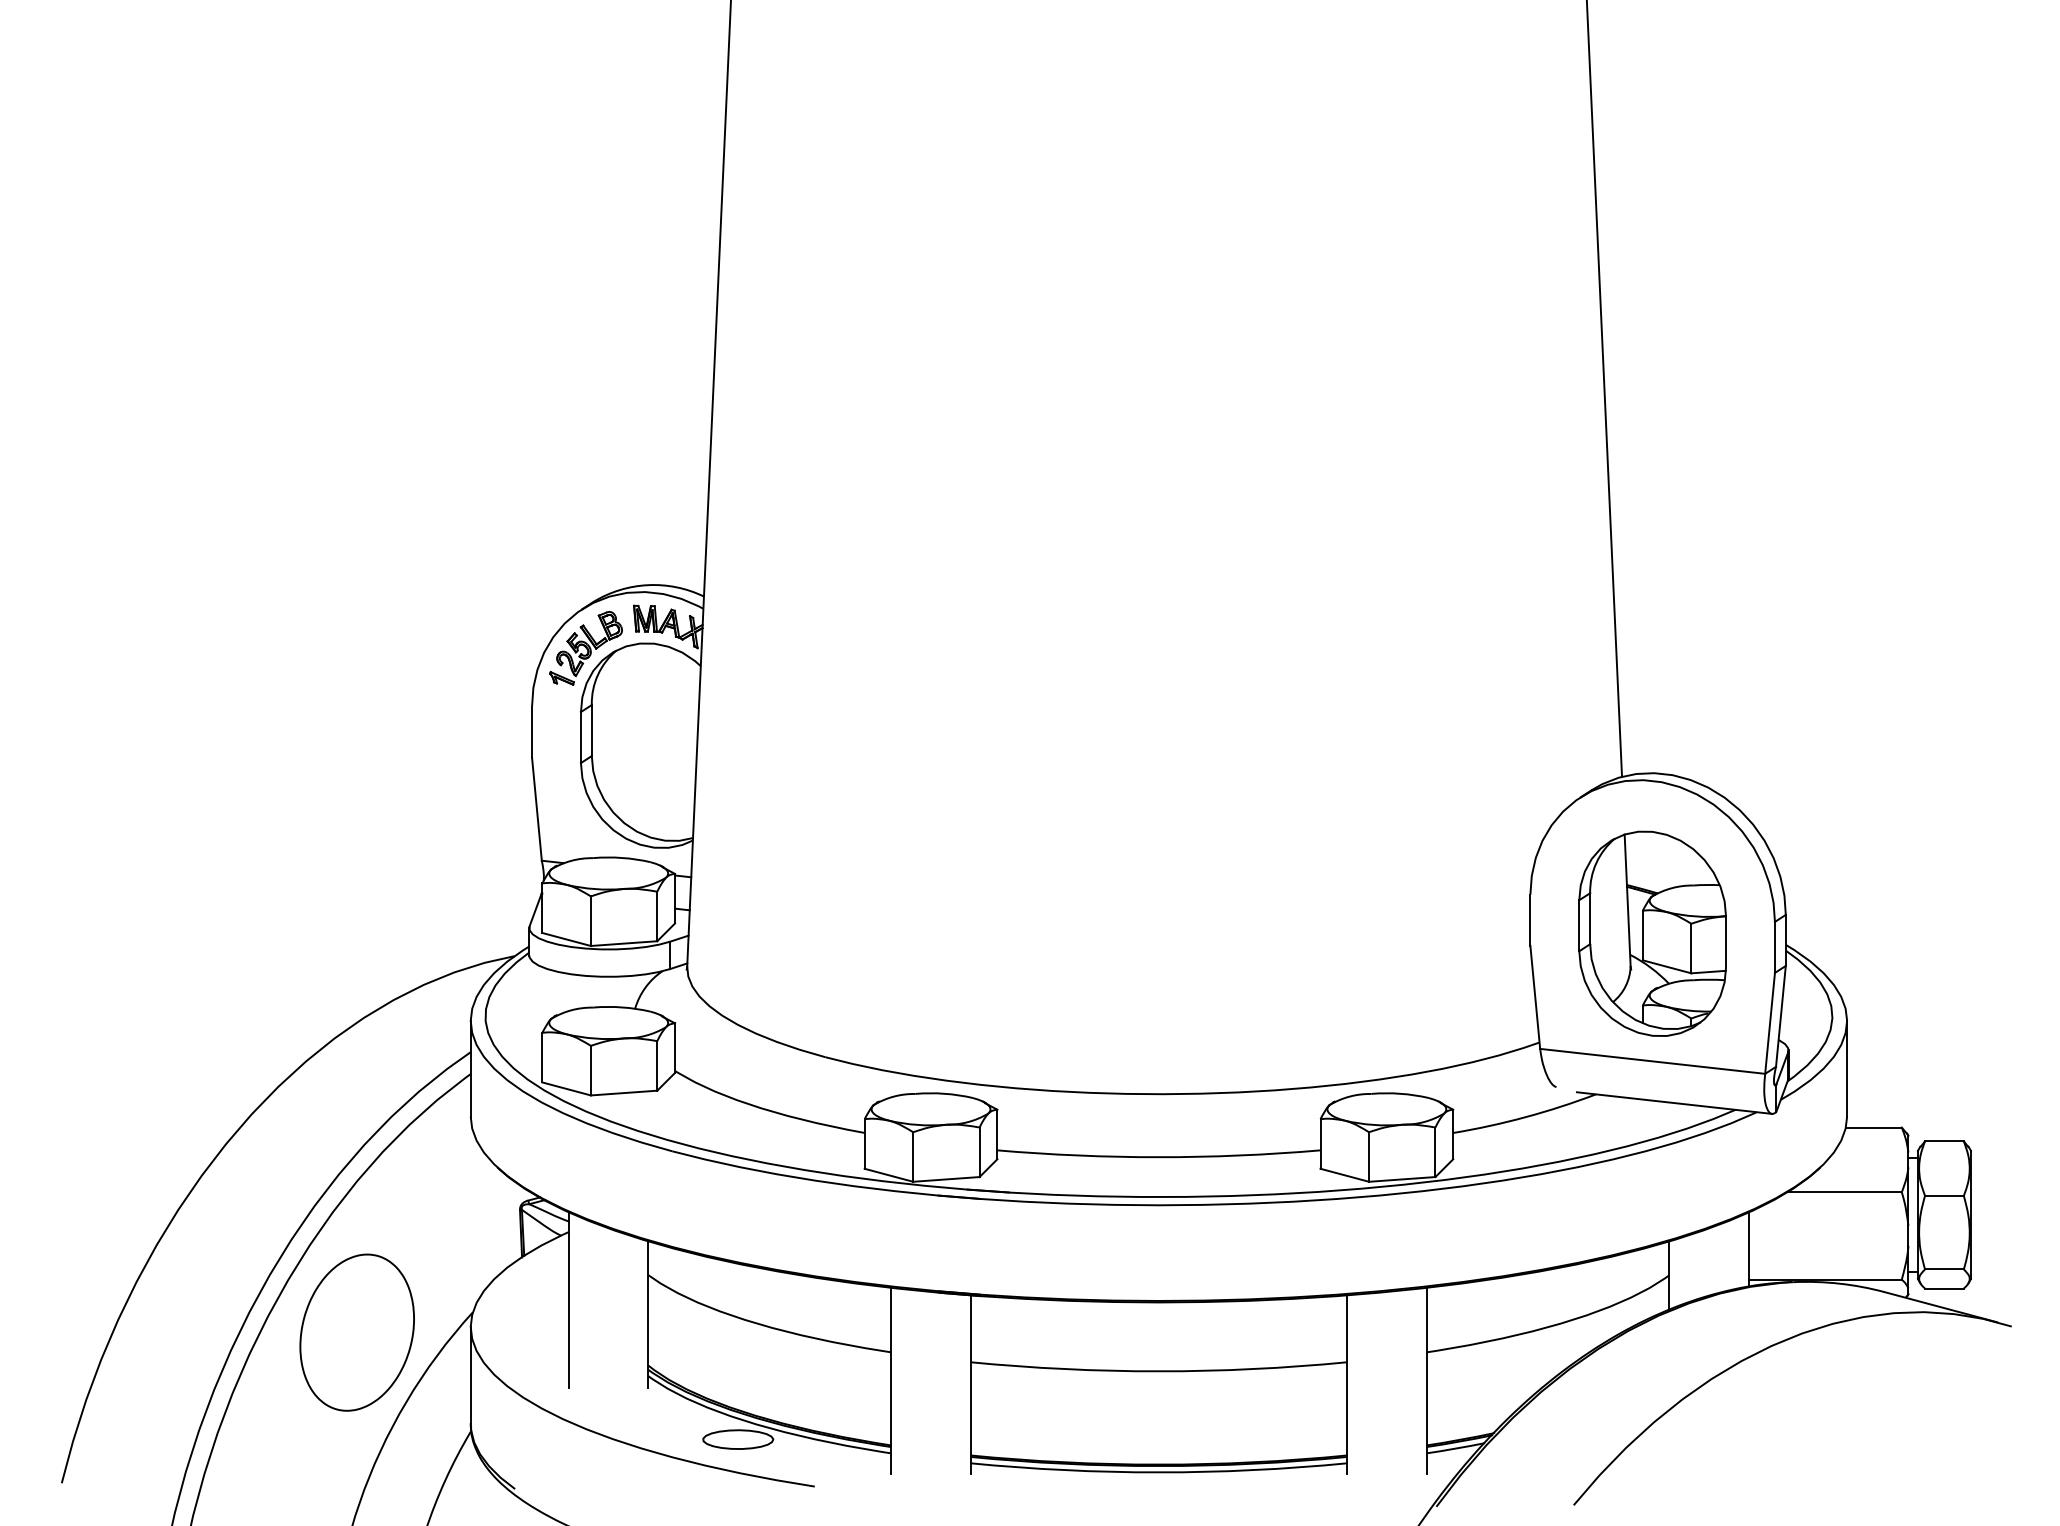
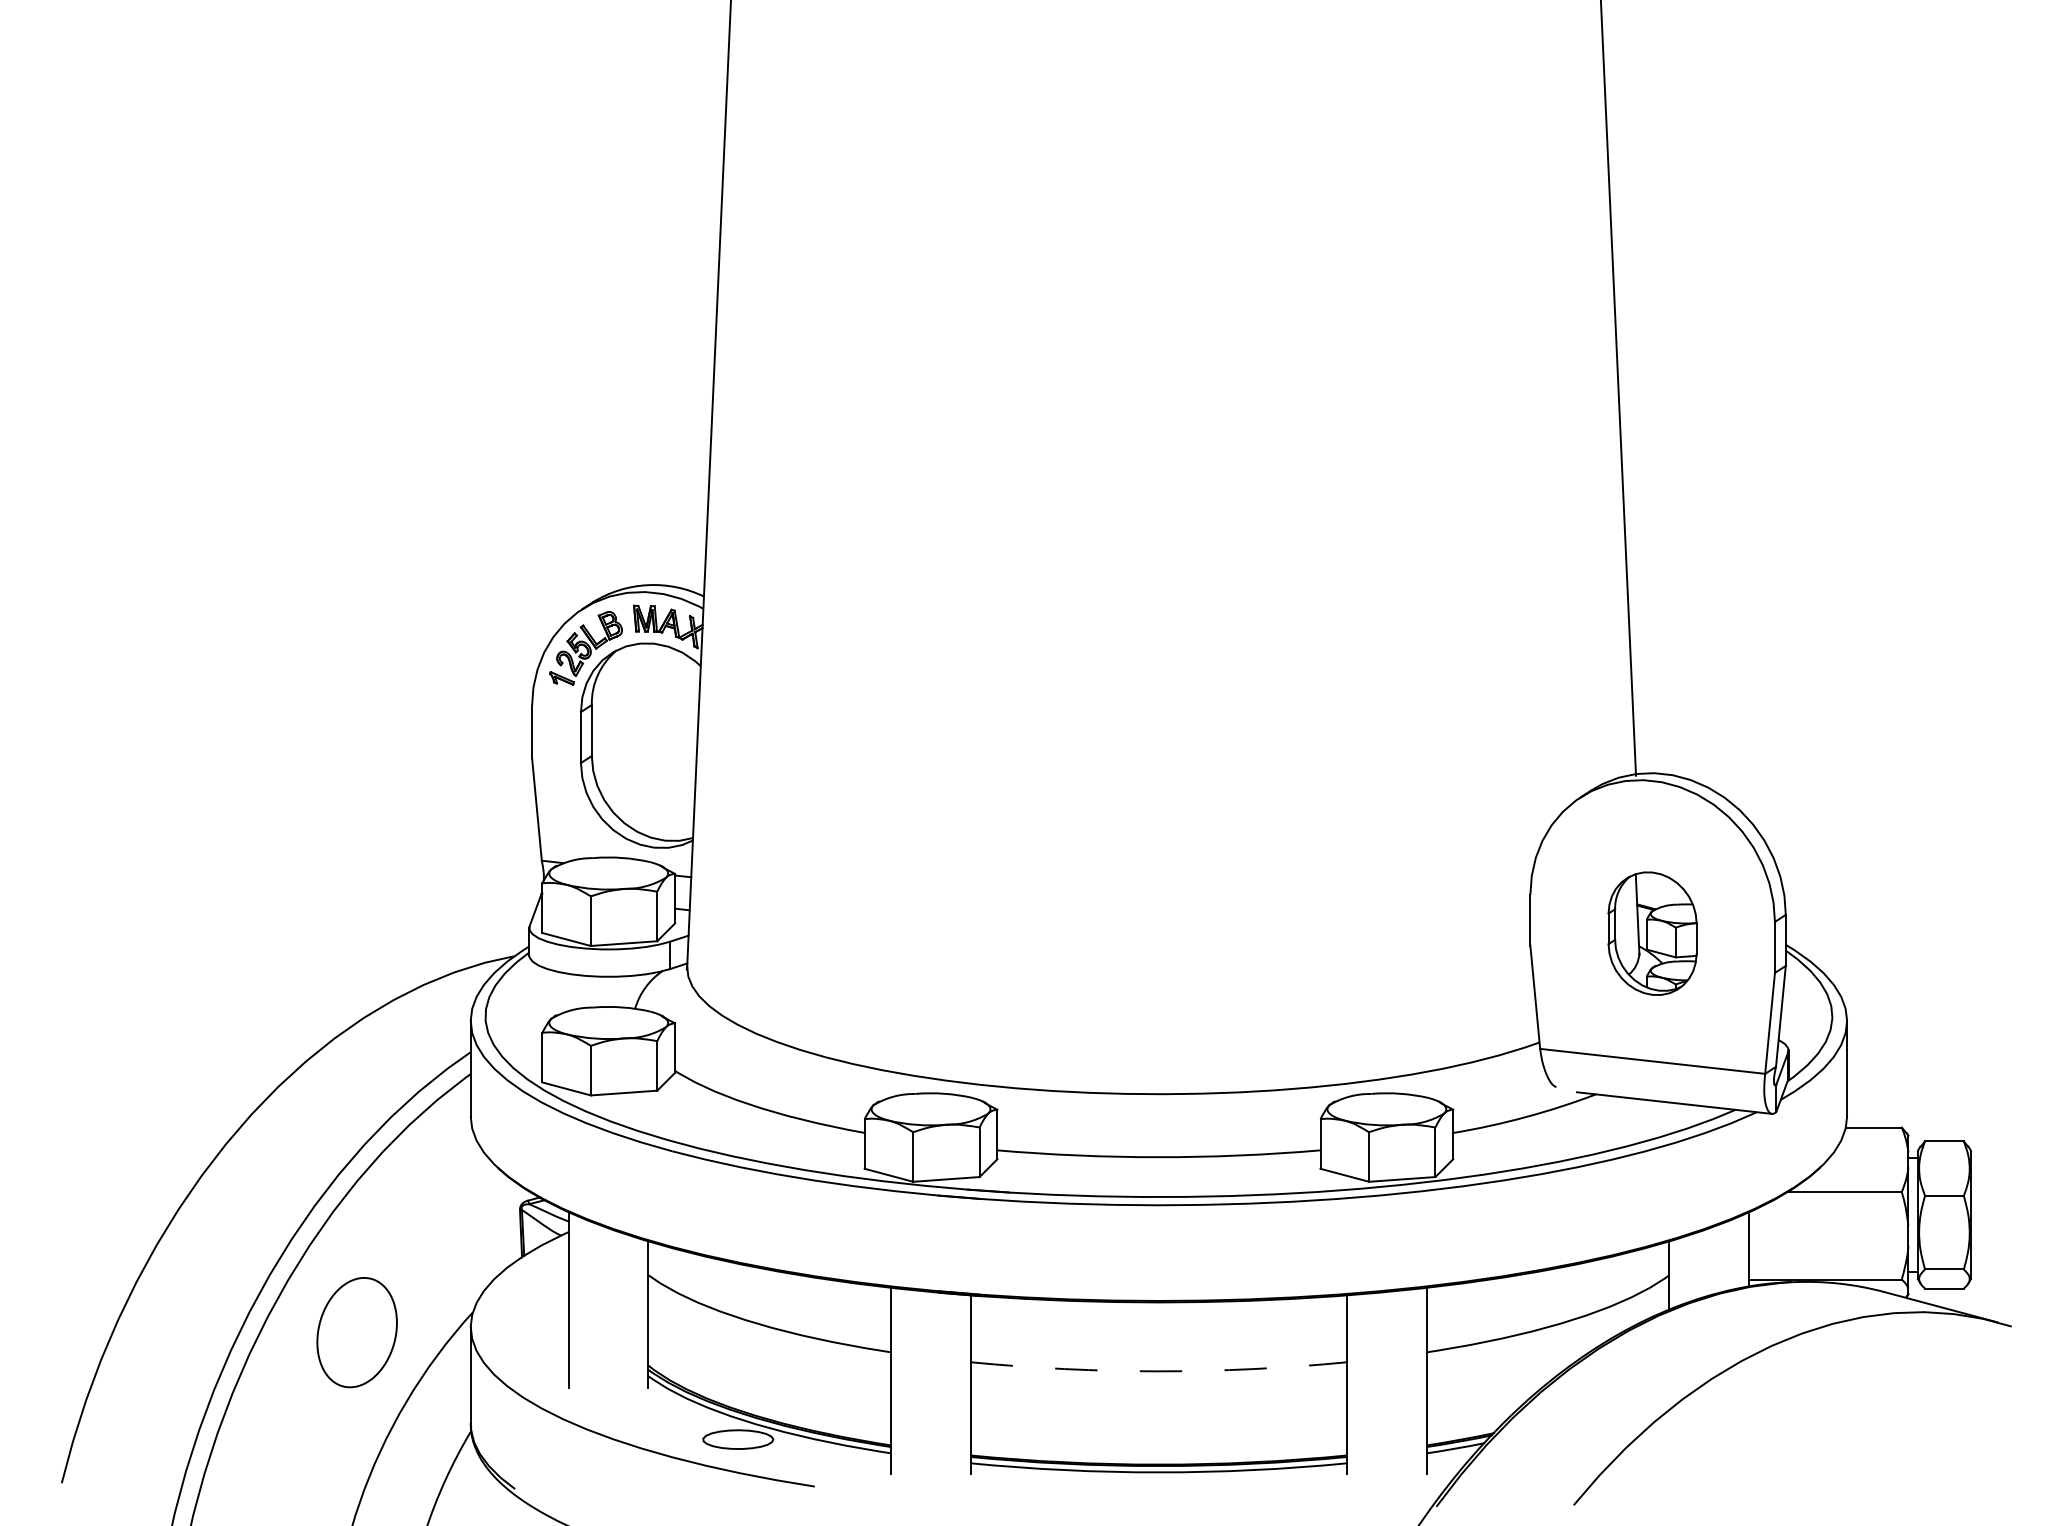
line at (1604, 389) position: (1604, 389) -> (1618, 388)
part at (1652, 933) size: 149x207 px -> 91x125 px
part at (356, 1332) size: 116x159 px -> 82x112 px
arc at (1158, 1371): solid -> dashed
